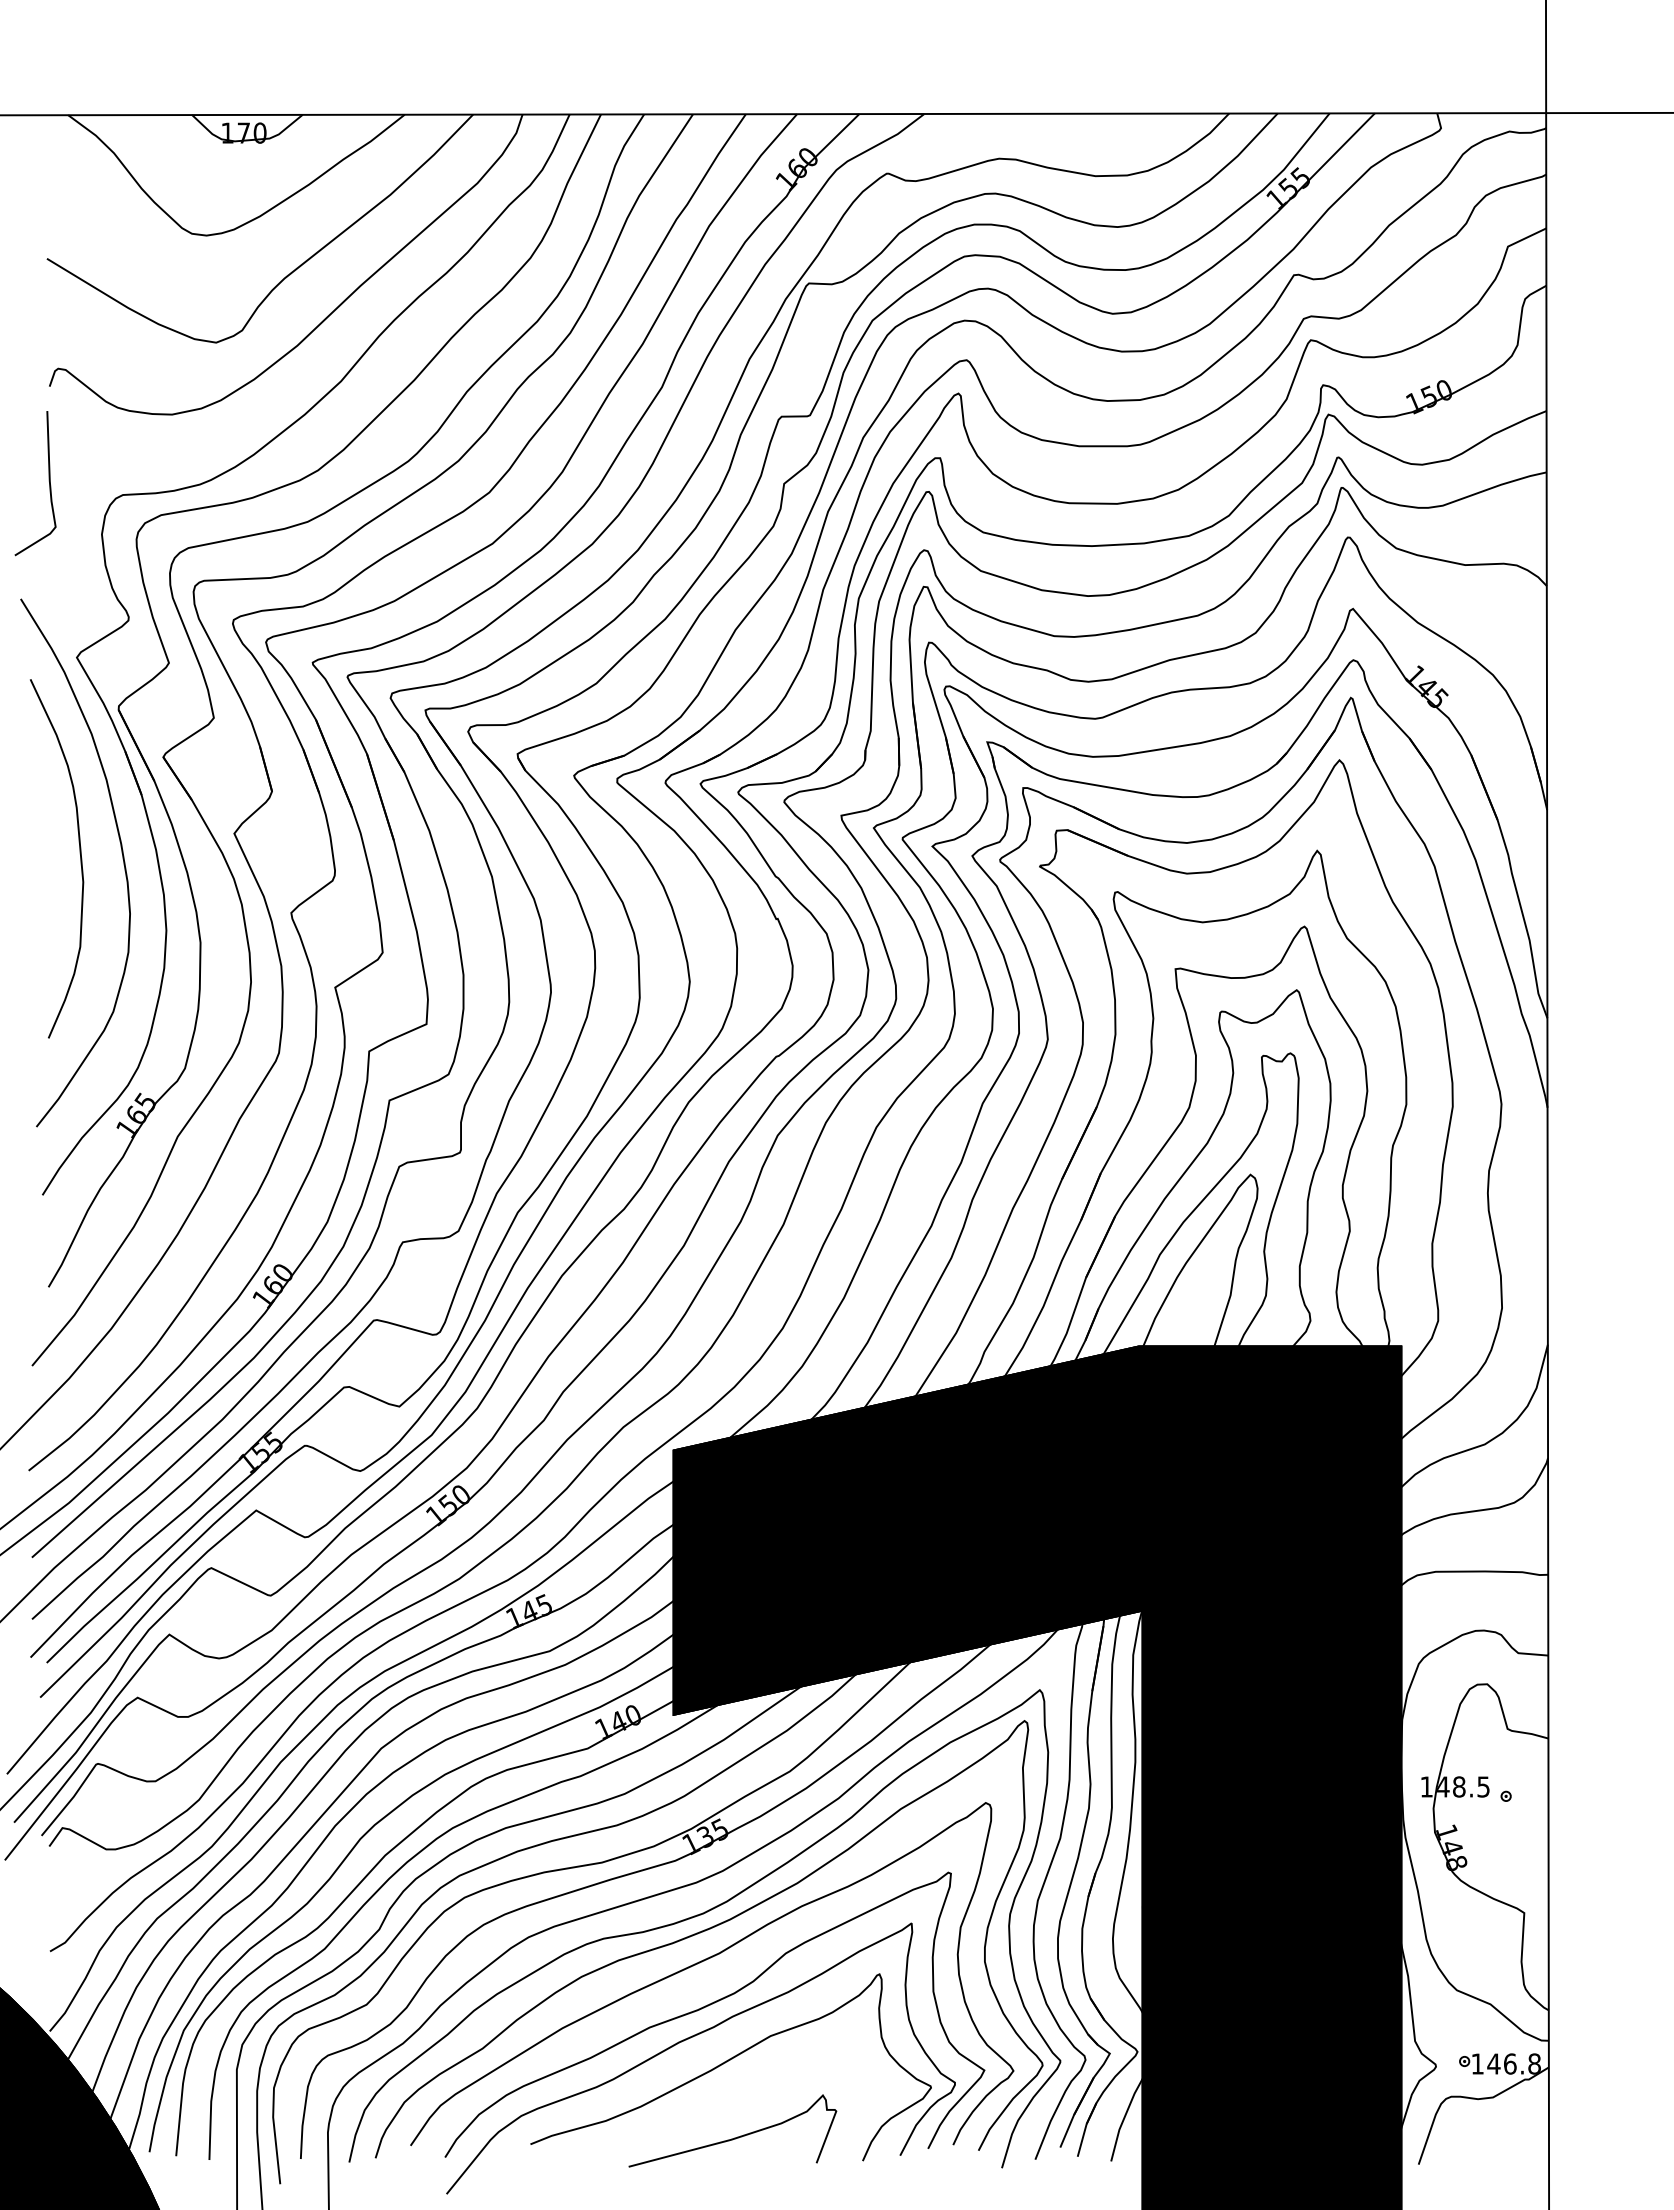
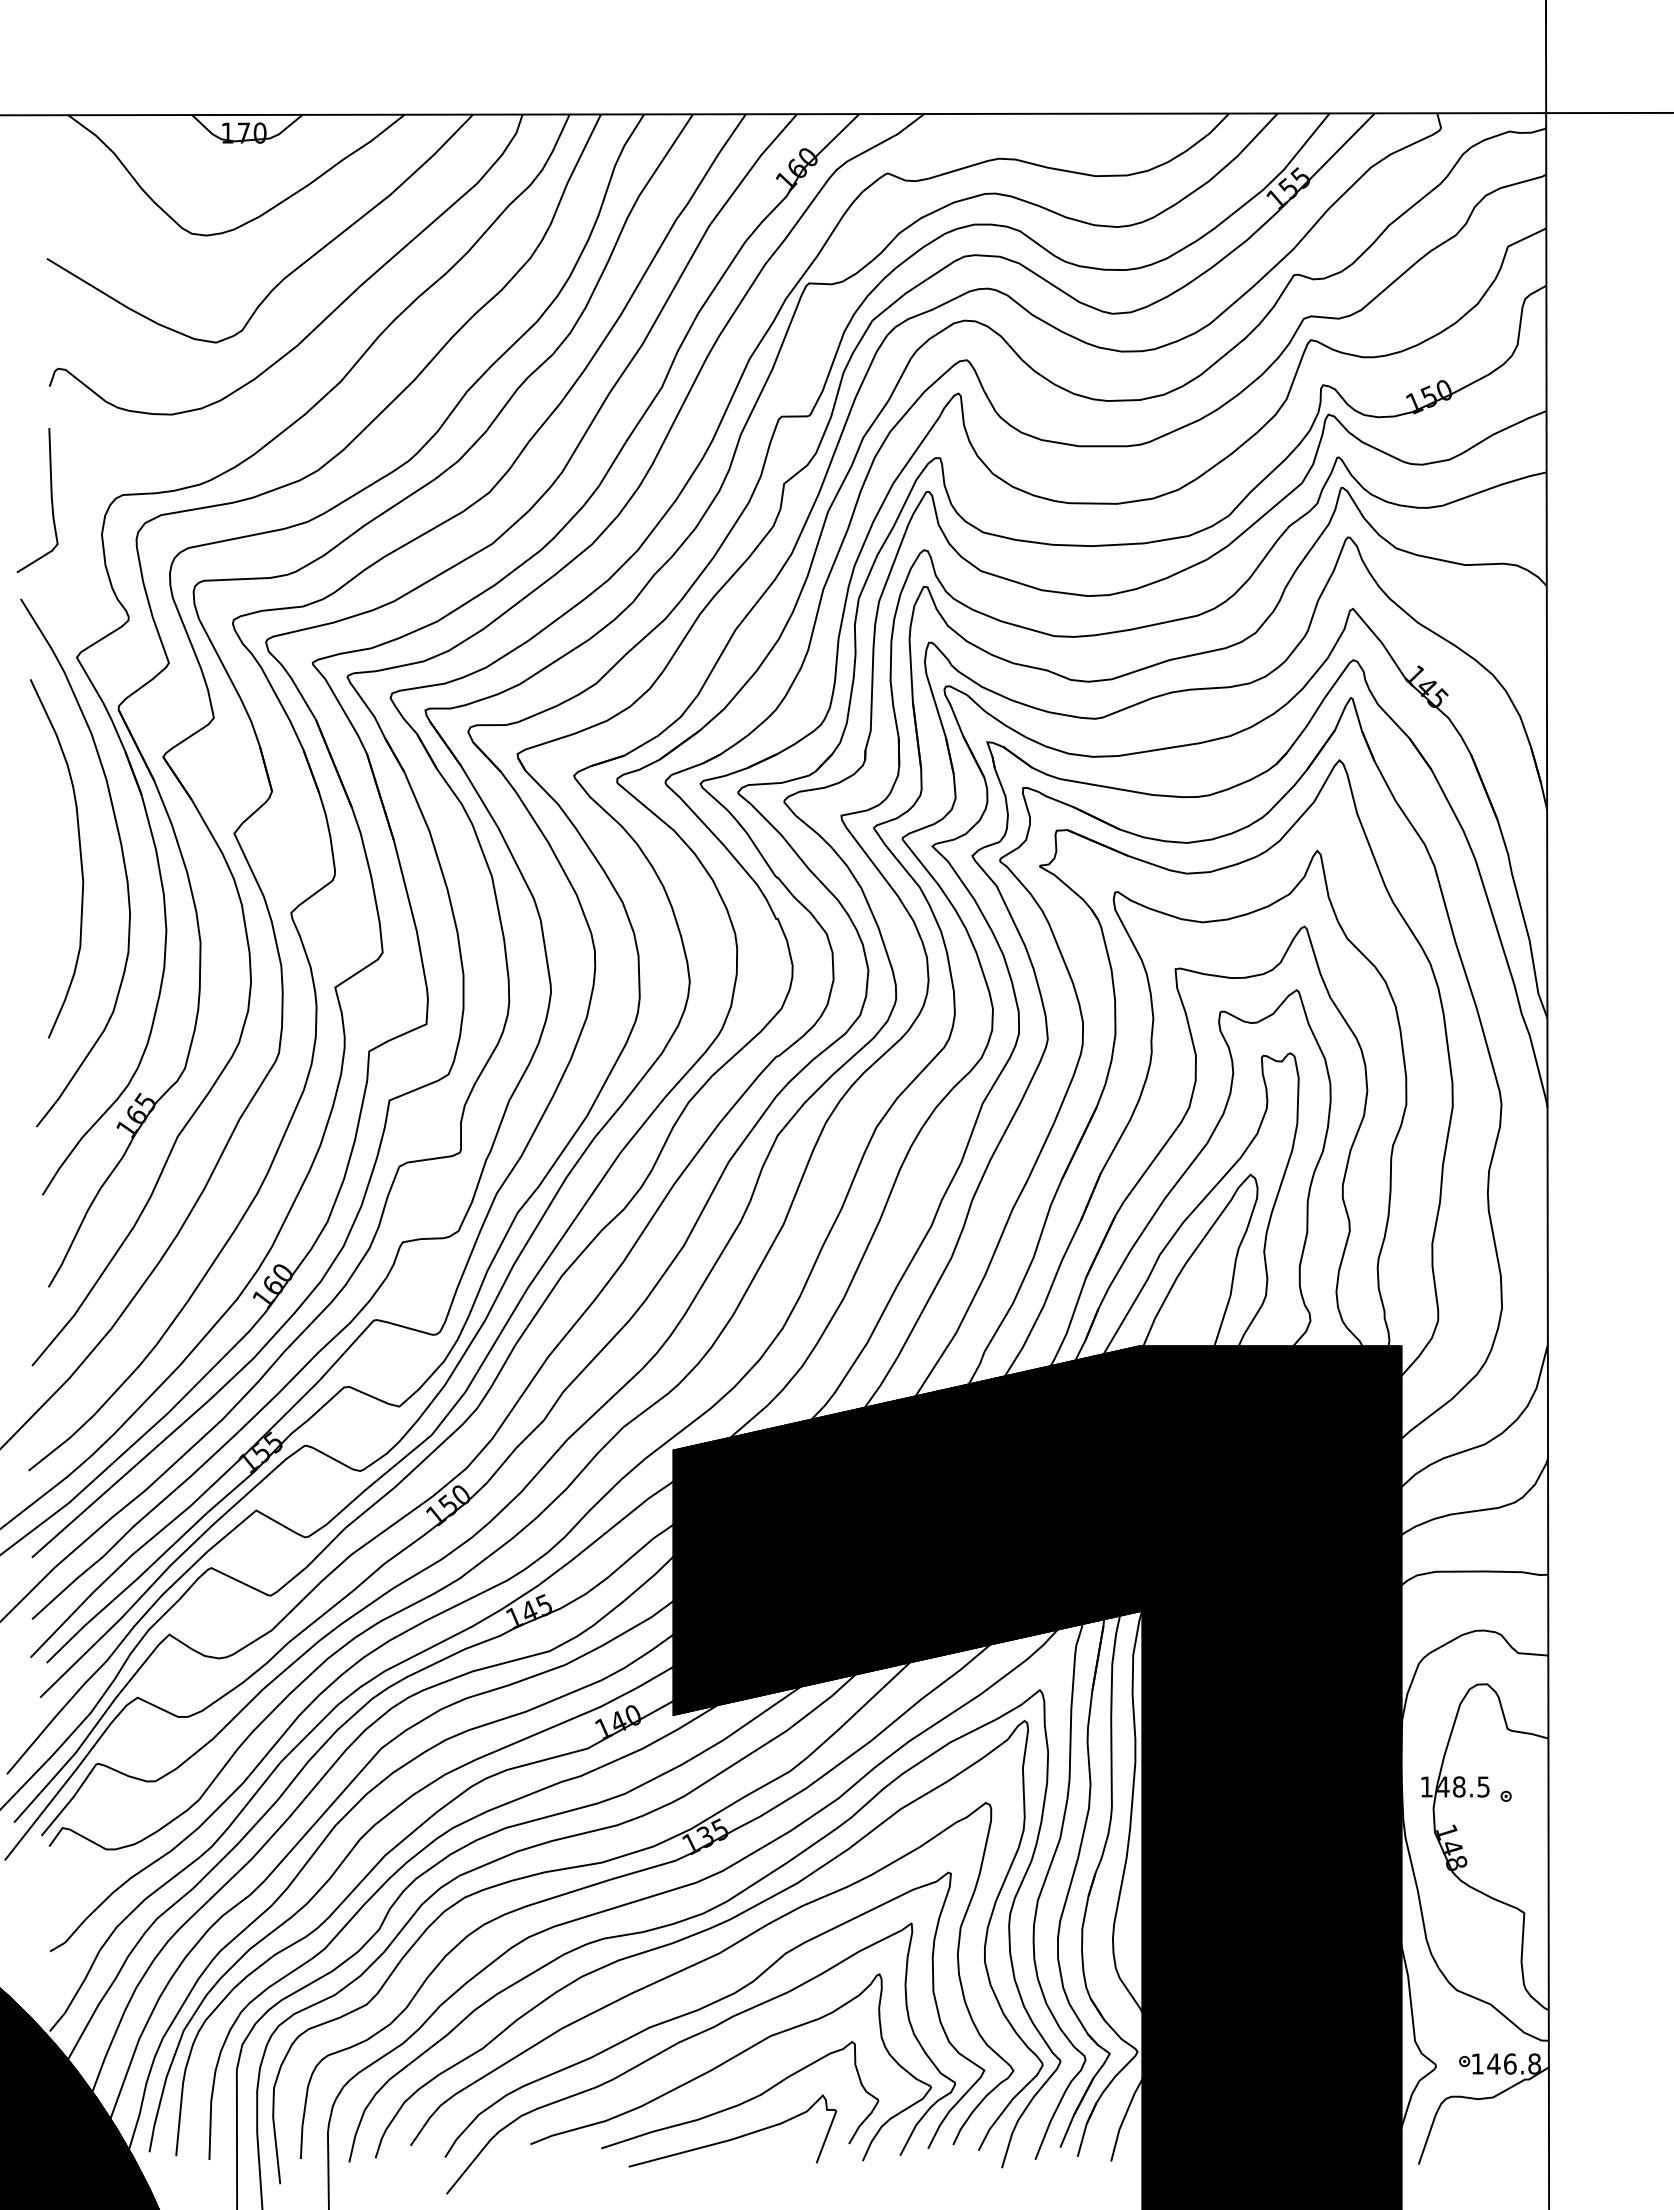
curve at (48, 481) position: (48, 481) -> (50, 498)
curve at (743, 2101): none -> present
